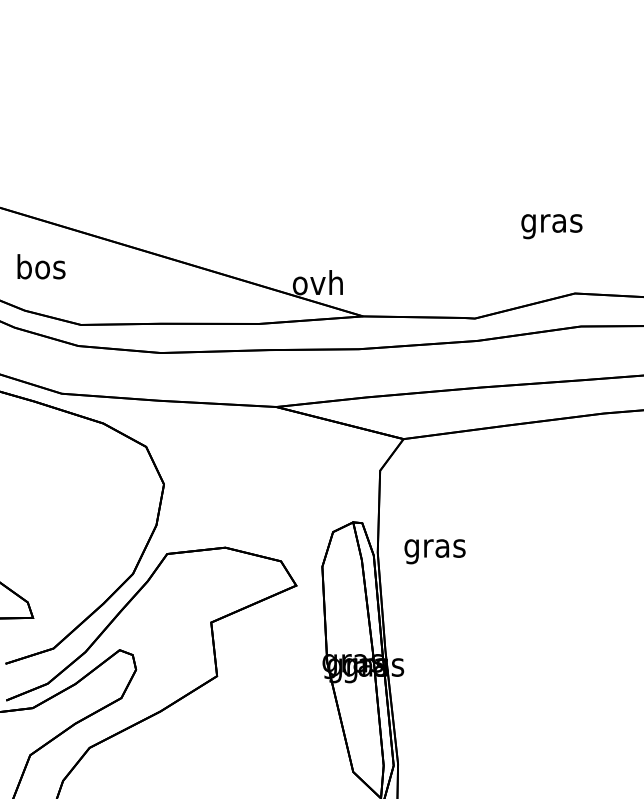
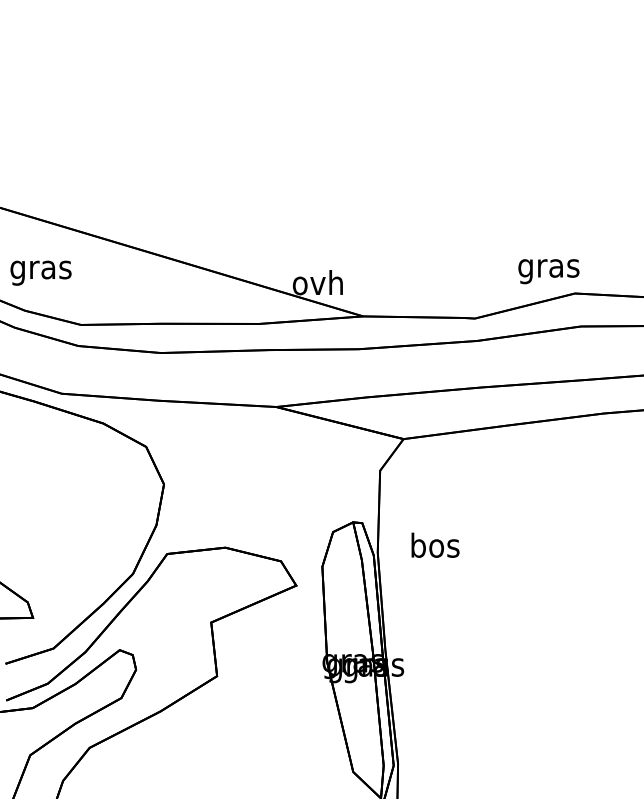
text at (551, 226) position: (551, 226) -> (548, 271)
text at (40, 269): bos -> gras
text at (434, 548): gras -> bos
